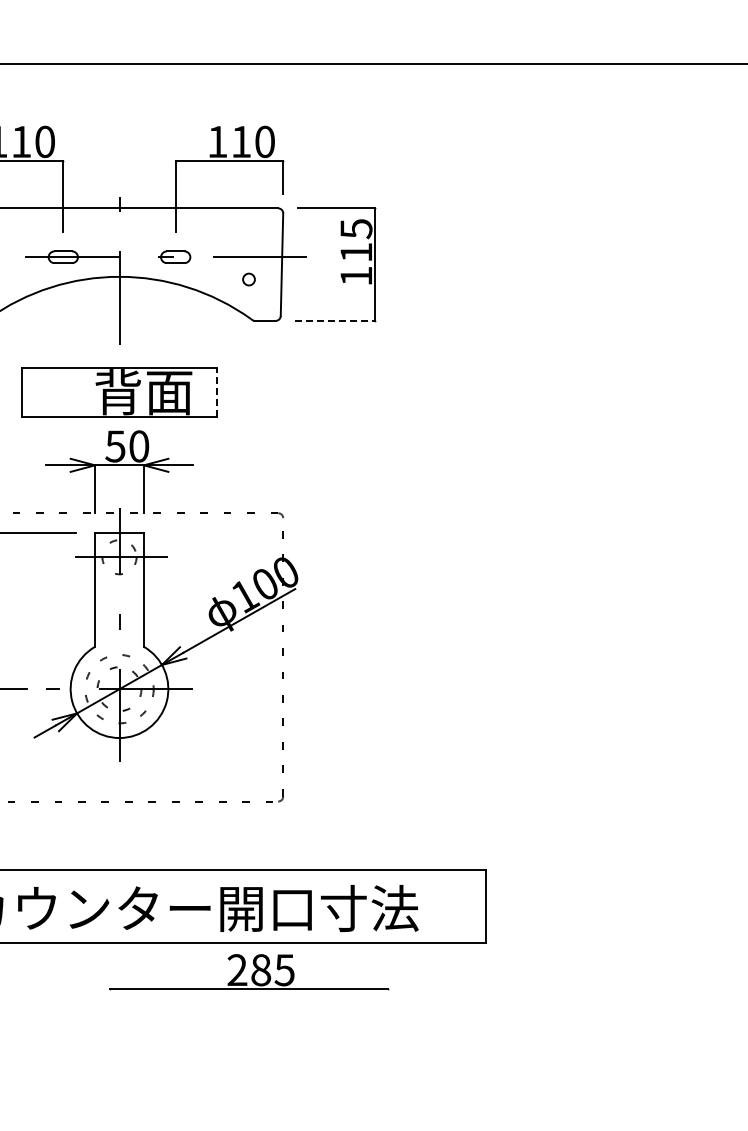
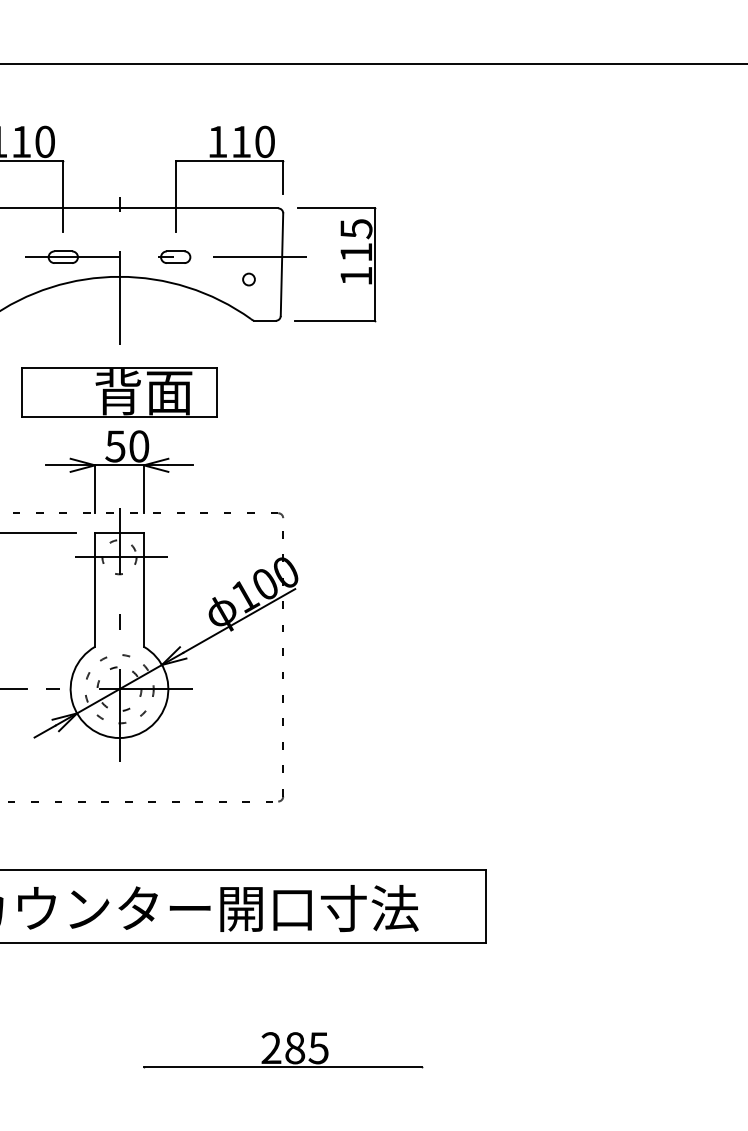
line at (335, 320): dashed -> solid
line at (217, 392): dashed -> solid
part at (249, 972) position: (249, 972) -> (283, 1050)
